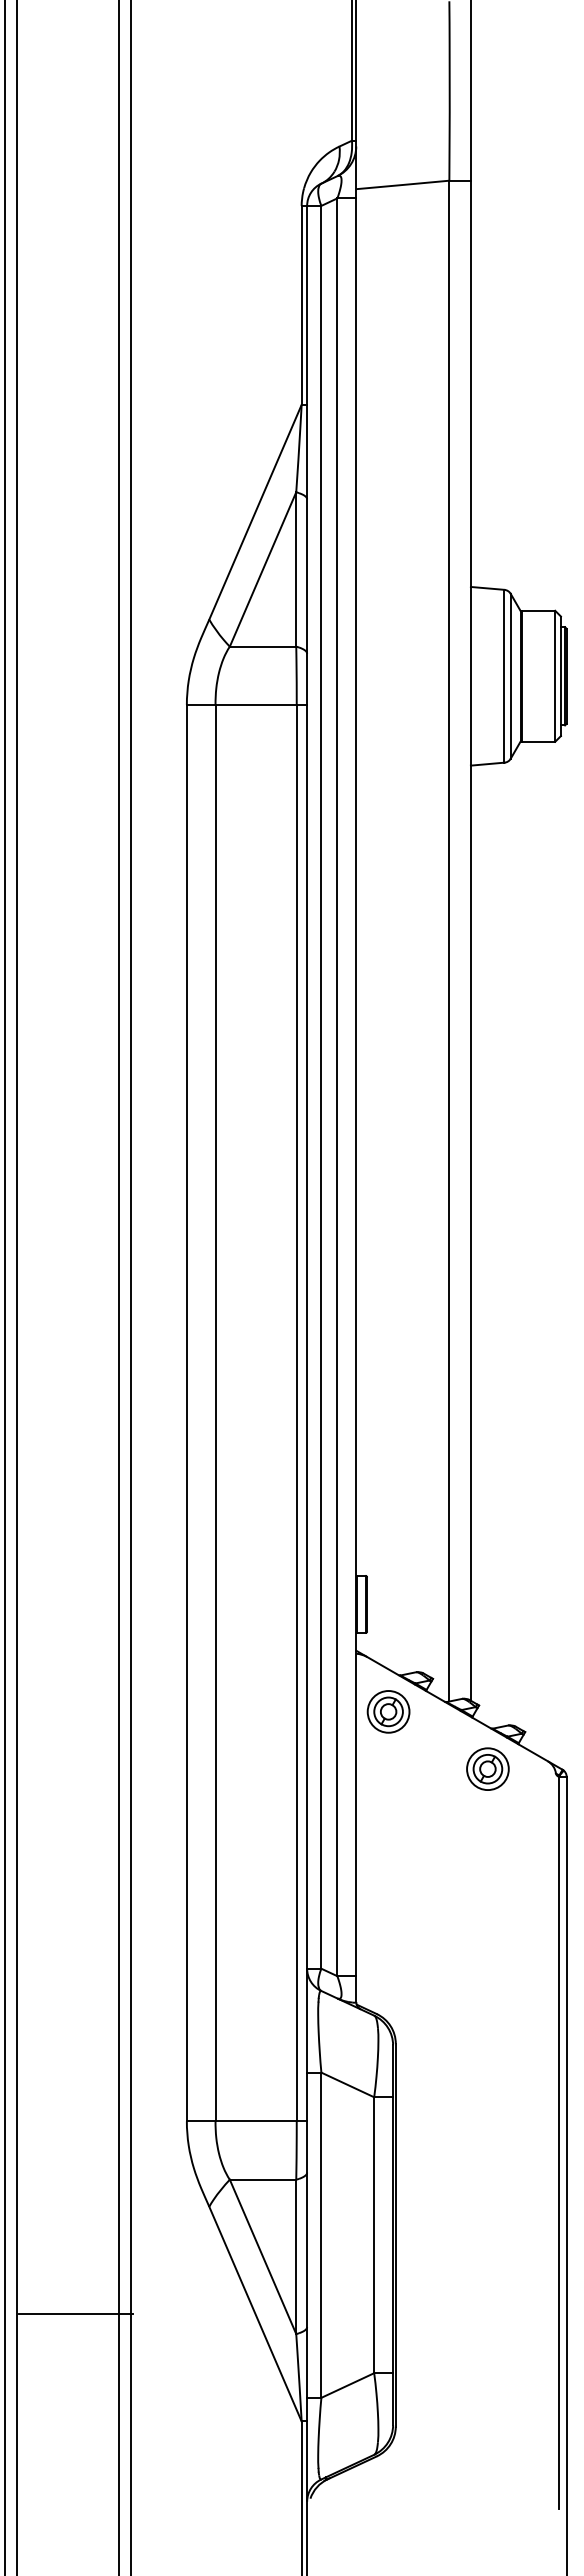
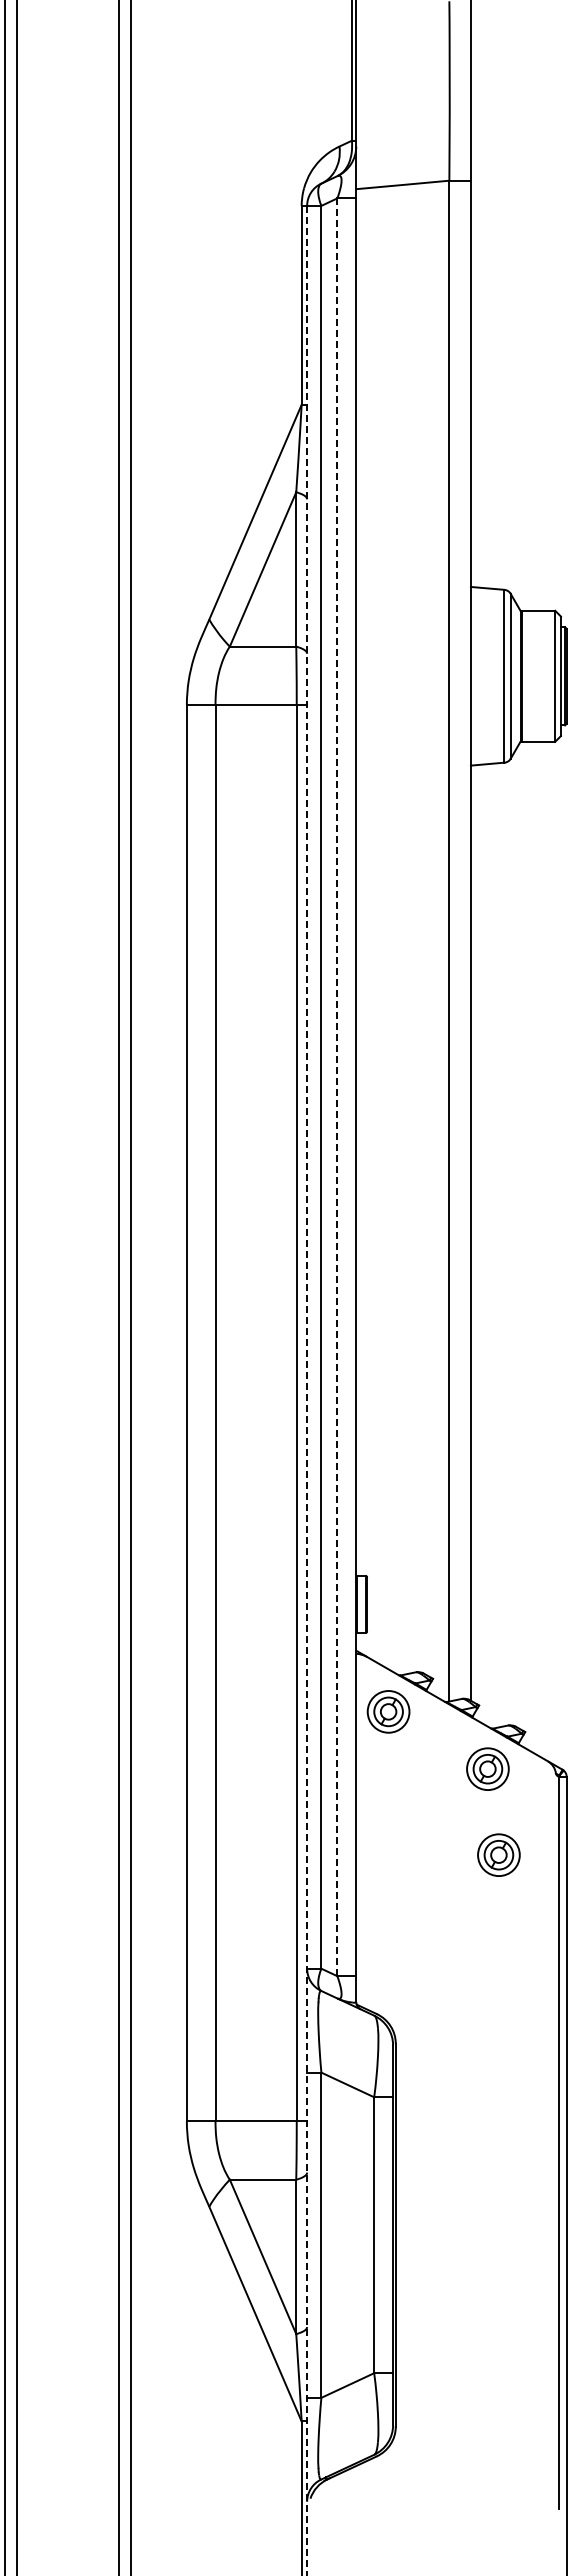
line at (337, 1087): solid -> dashed
line at (307, 1390): solid -> dashed
part at (498, 1854): none -> present
line at (75, 2313): present -> none
